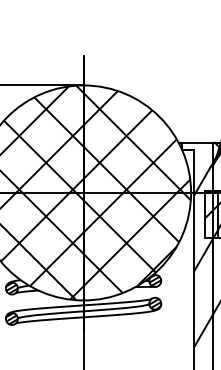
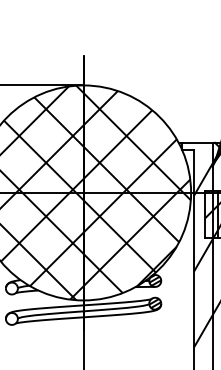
hatch at (11, 287): present -> none
hatch at (11, 318): present -> none
